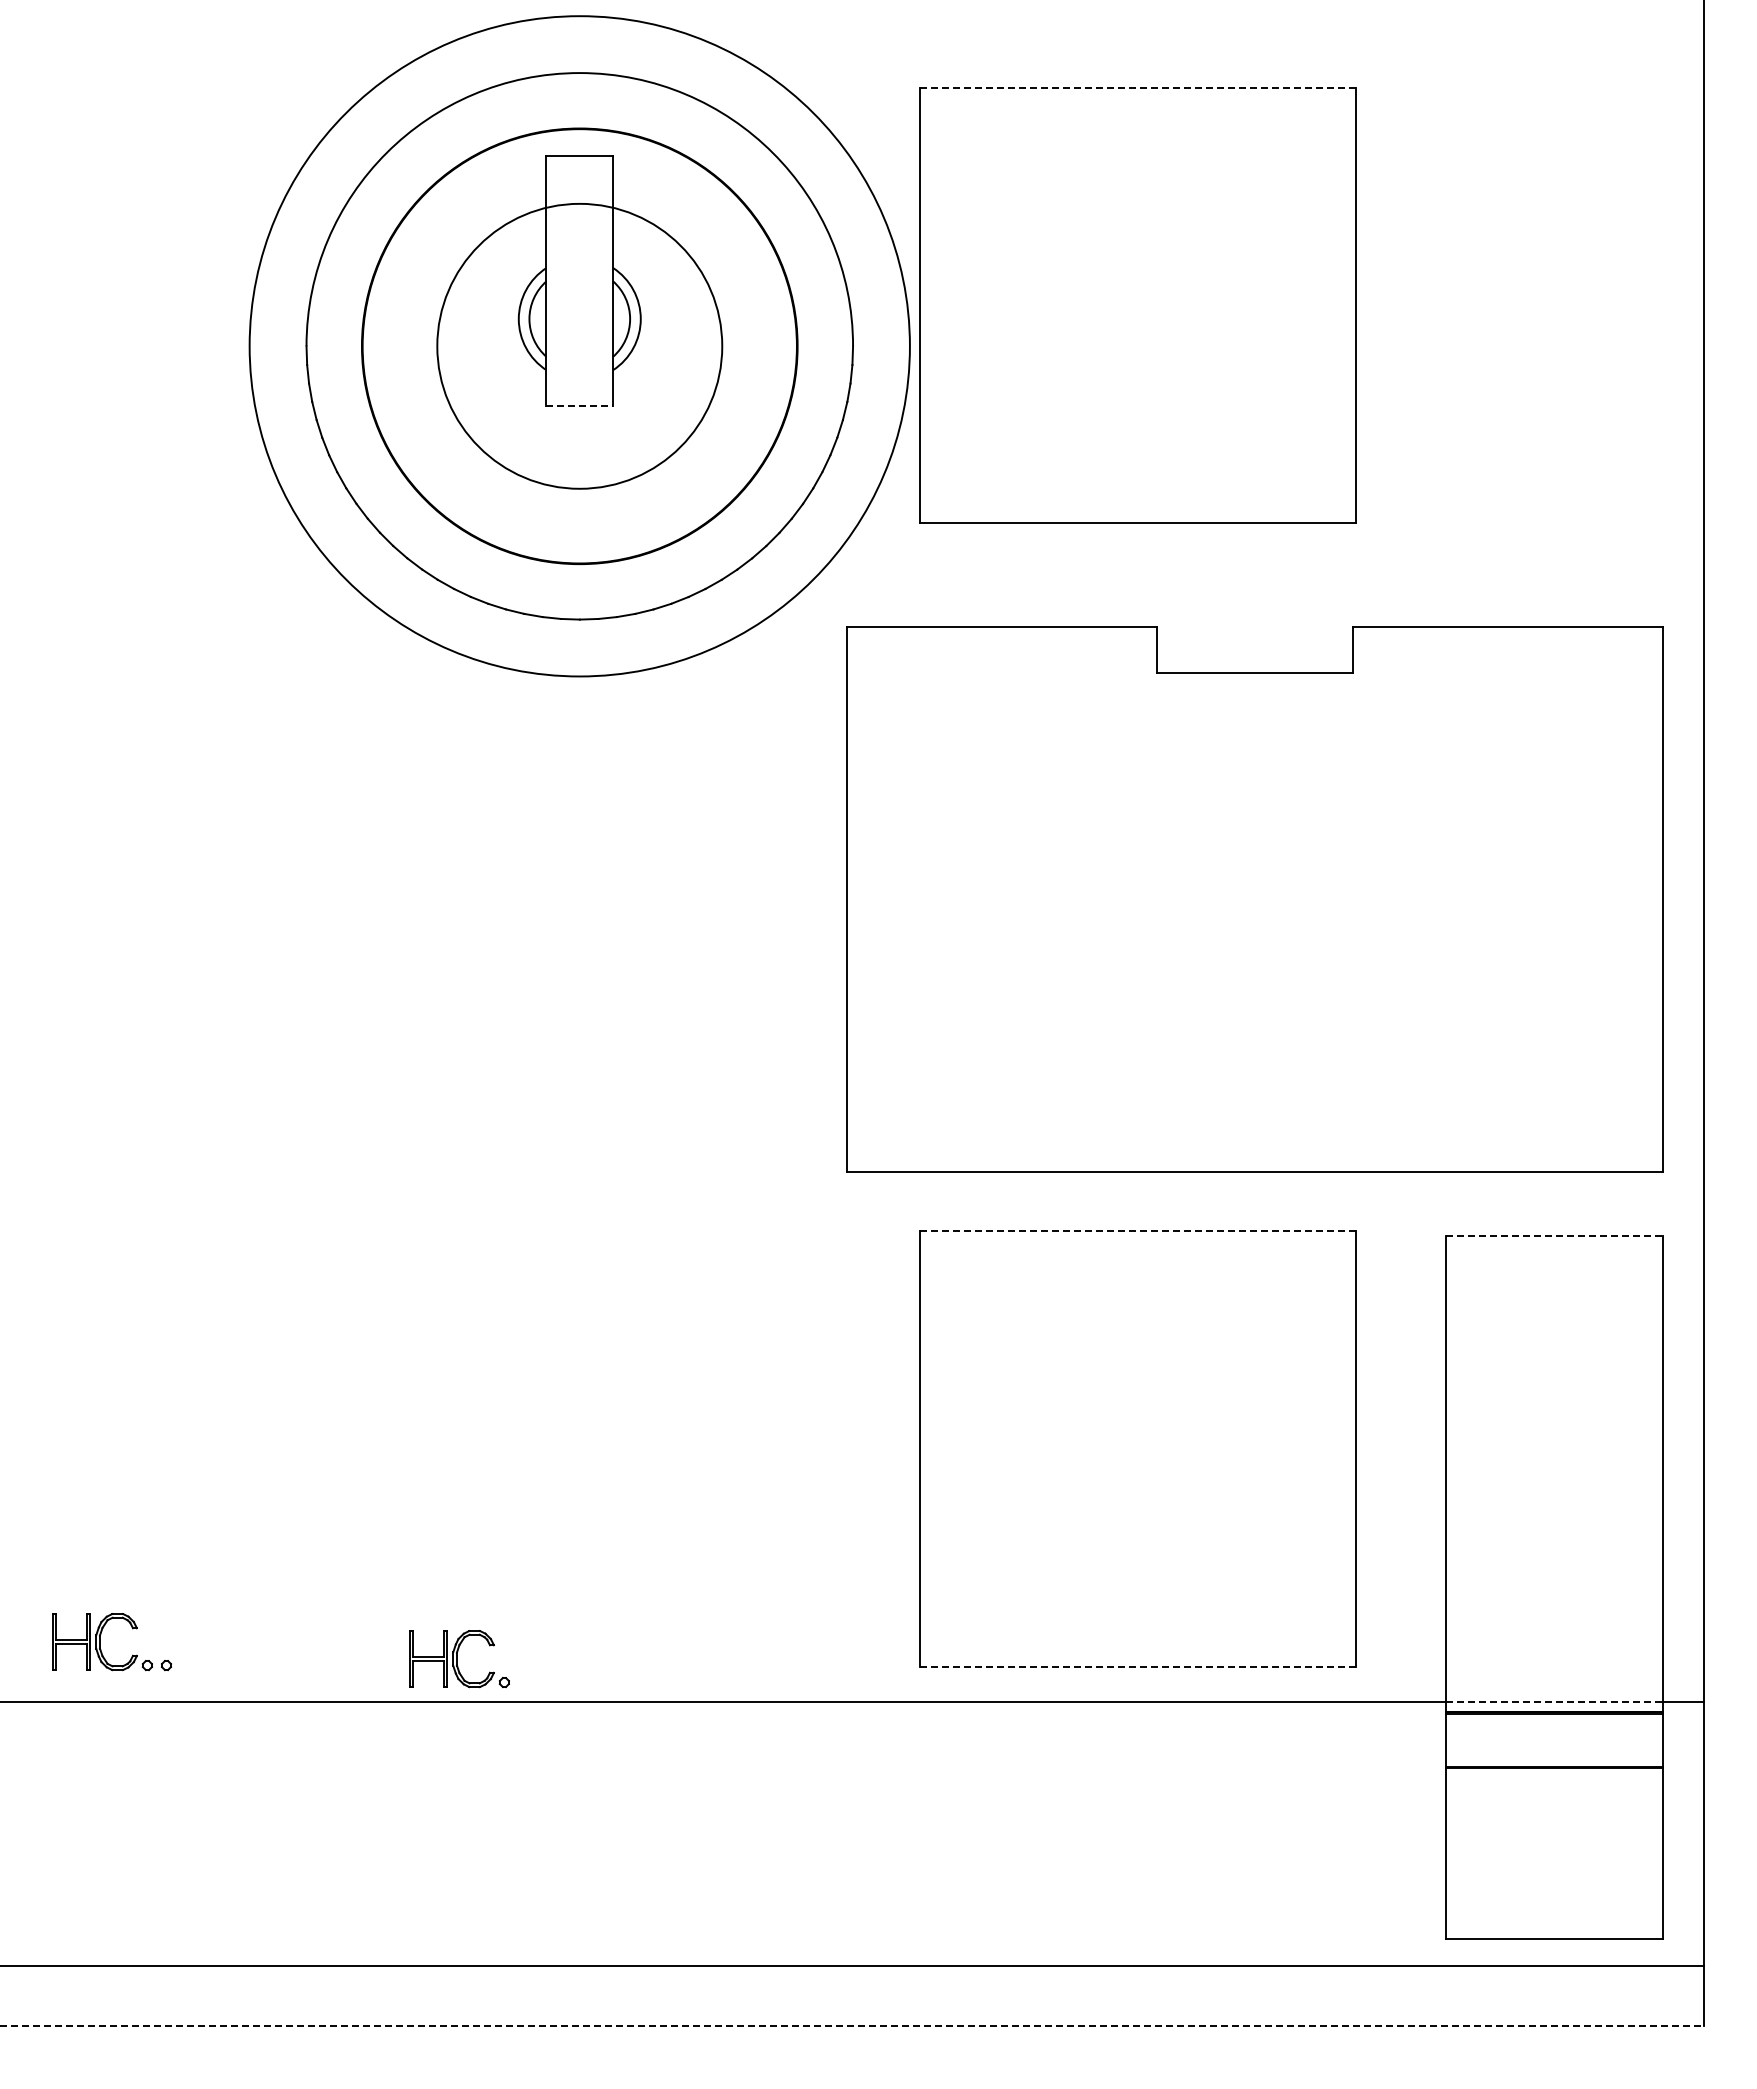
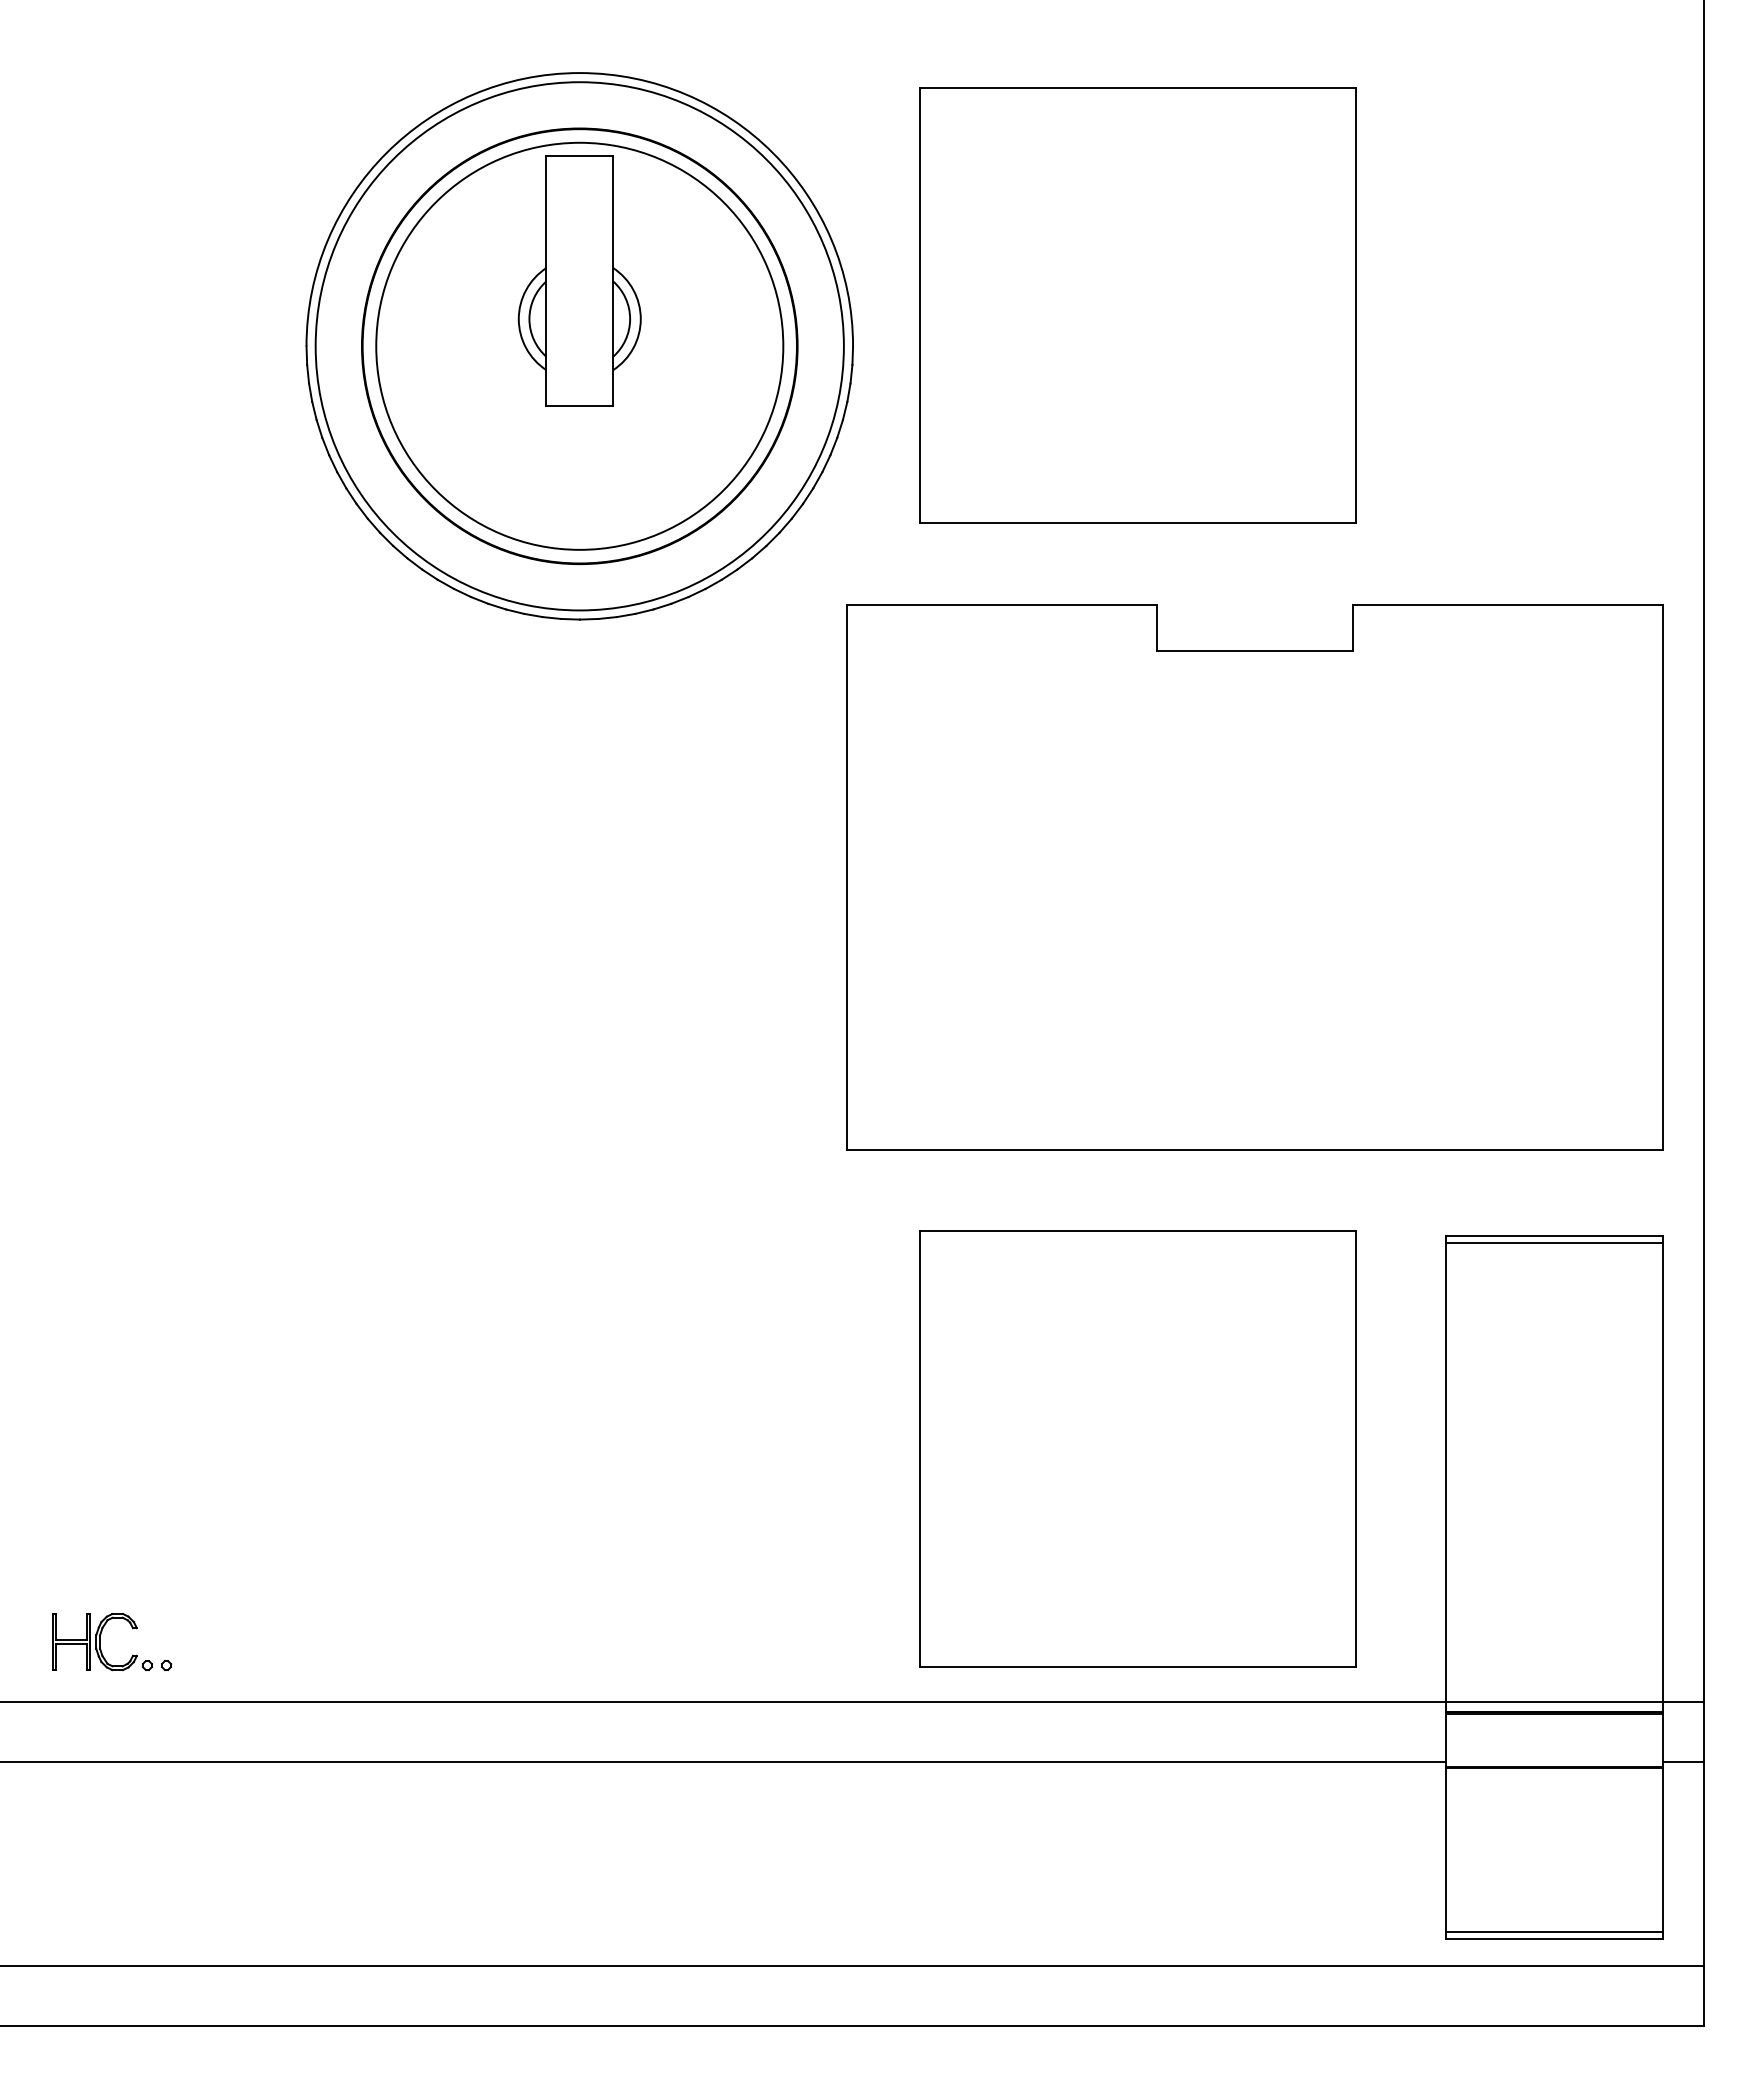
line at (1137, 87): dashed -> solid
circle at (579, 345) diameter: 285 px -> 407 px
circle at (579, 346) diameter: 660 px -> 528 px
line at (580, 406): dashed -> solid
part at (1254, 899) position: (1254, 899) -> (1254, 877)
line at (1137, 1231): dashed -> solid
line at (1554, 1236): dashed -> solid
line at (1554, 1242): none -> present
part at (459, 1659): present -> none
line at (1137, 1666): dashed -> solid
line at (1554, 1702): dashed -> solid
line at (723, 1762): none -> present
line at (1683, 1762): none -> present
line at (1554, 1931): none -> present
line at (852, 2026): dashed -> solid
